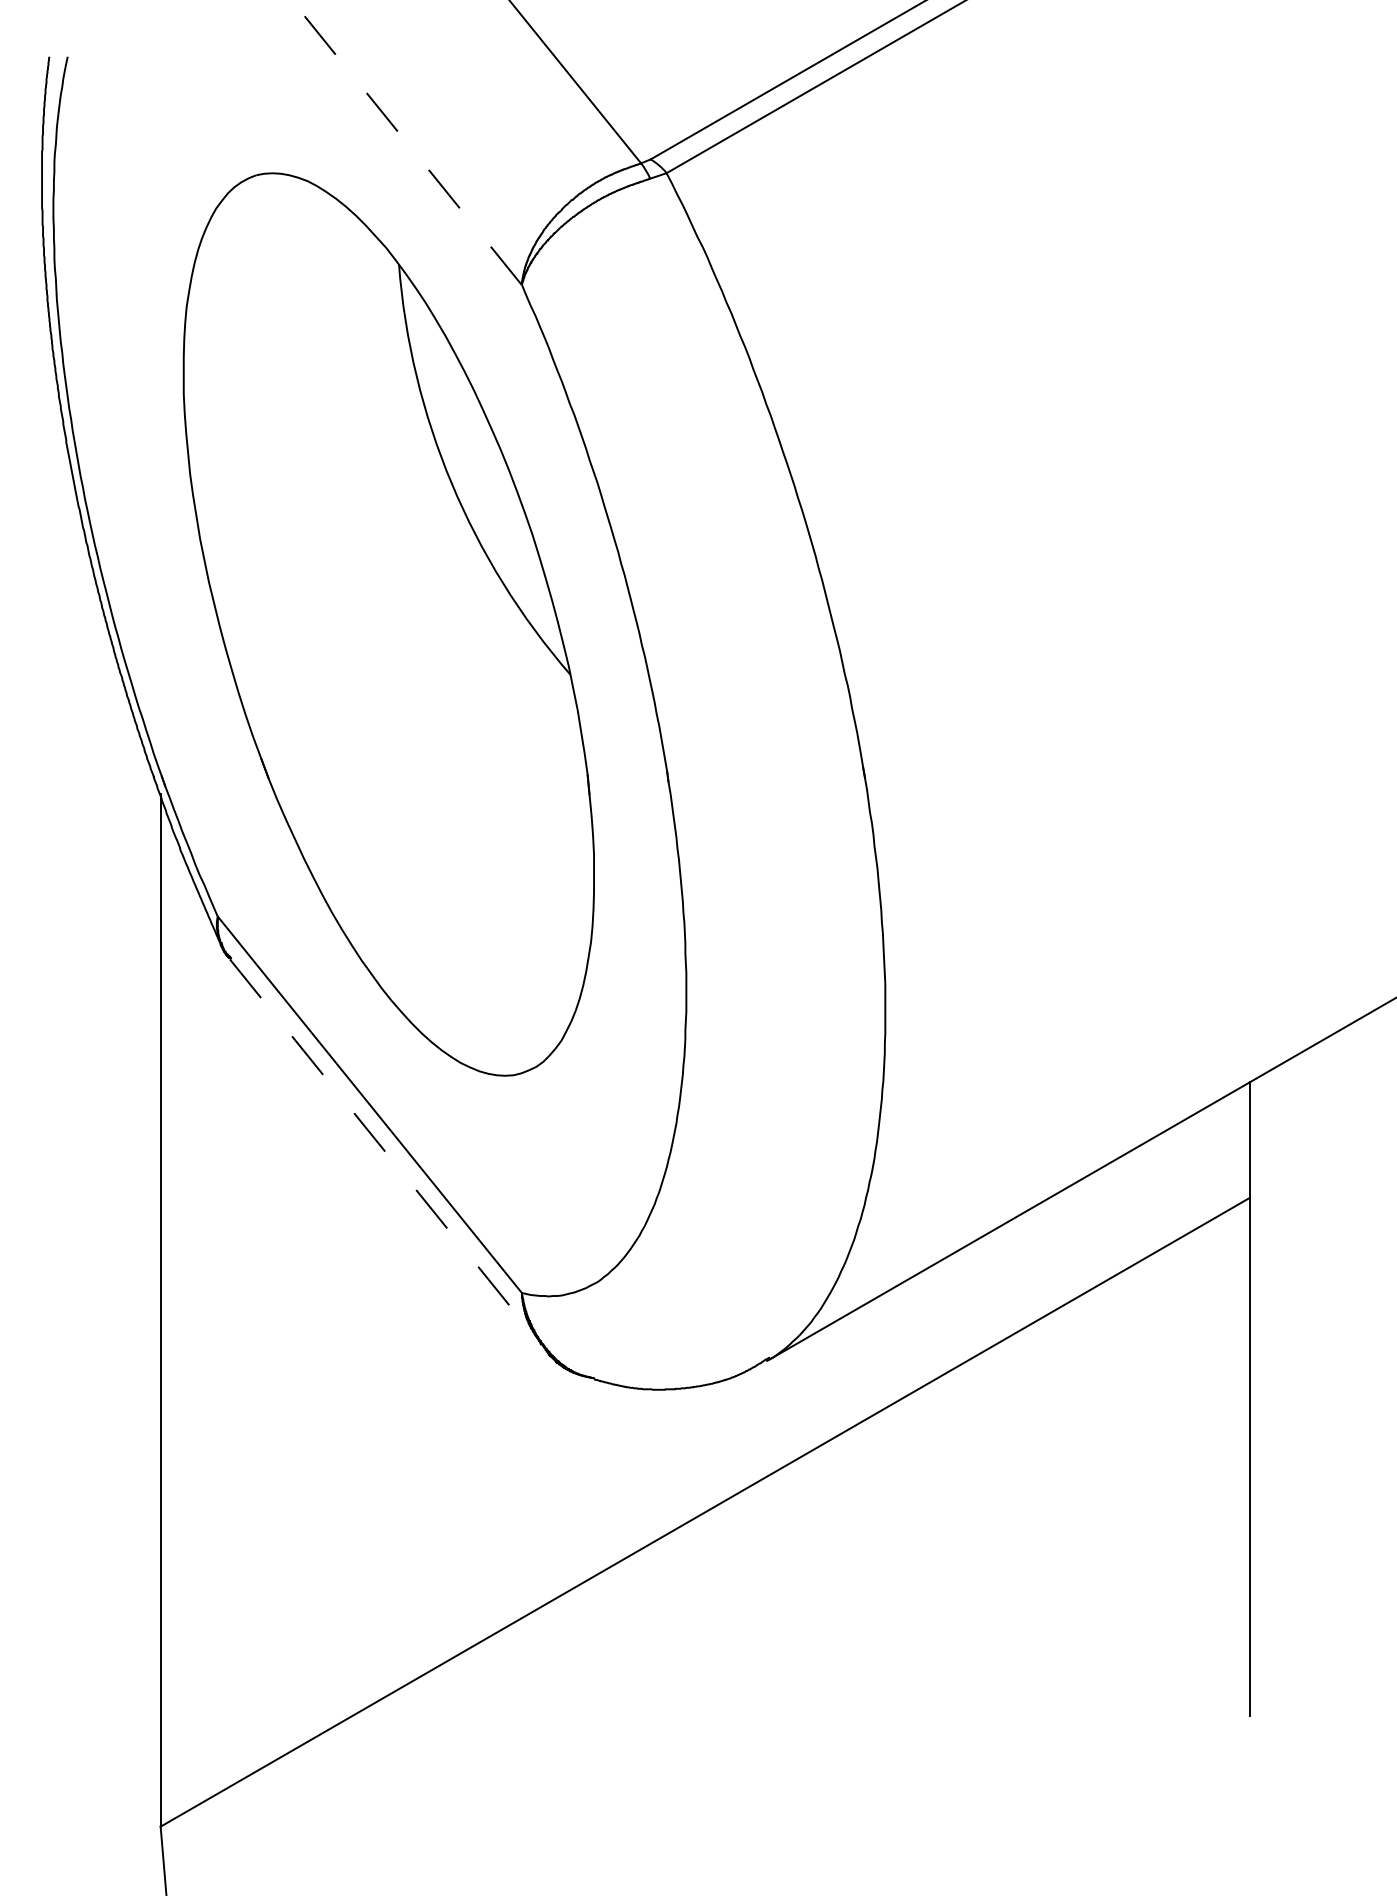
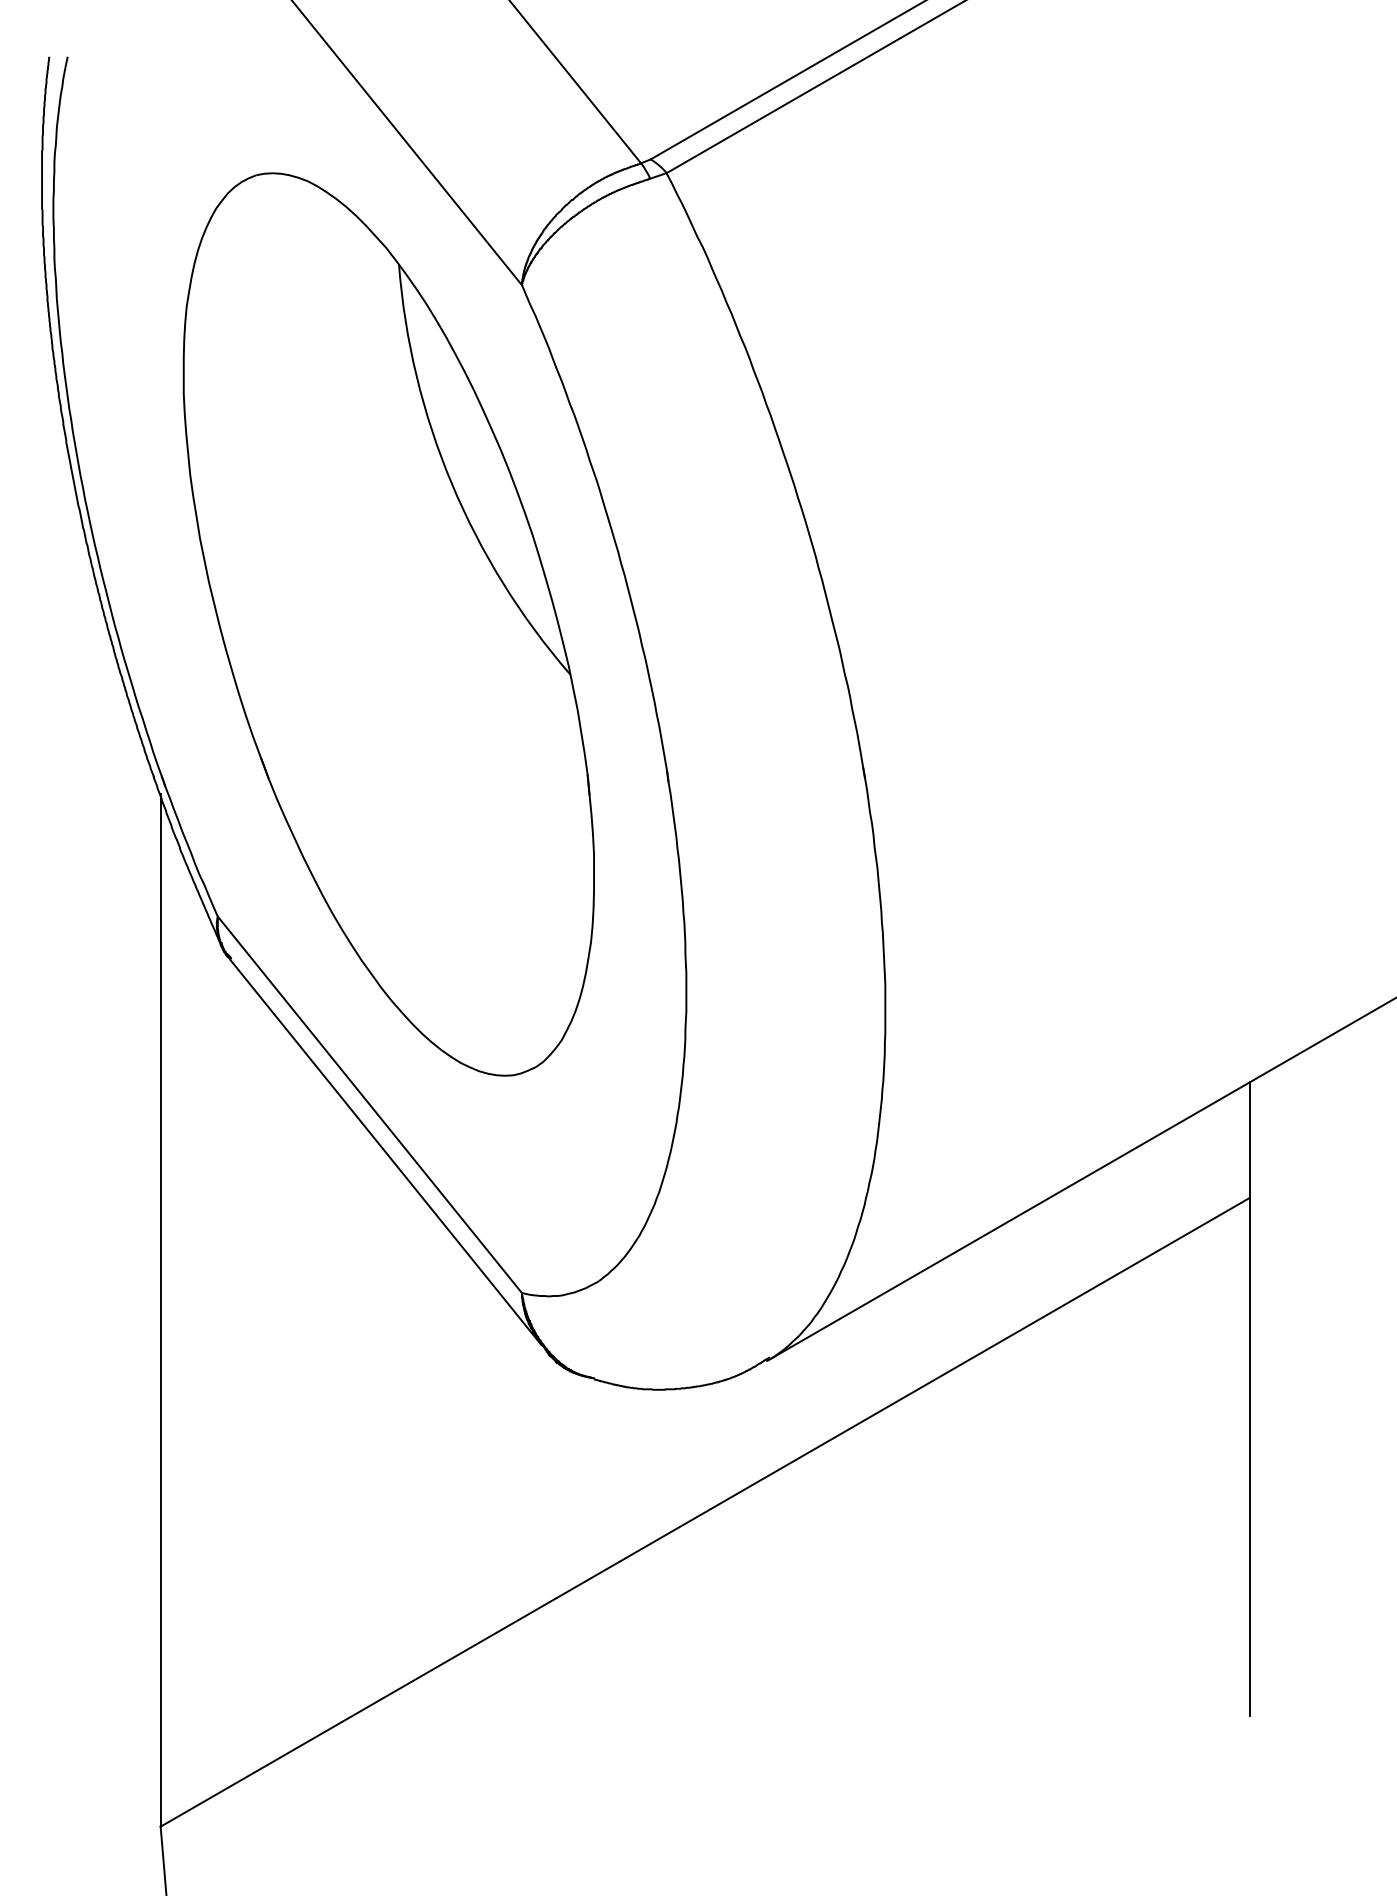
line at (406, 142): dashed -> solid
line at (385, 1152): dashed -> solid
